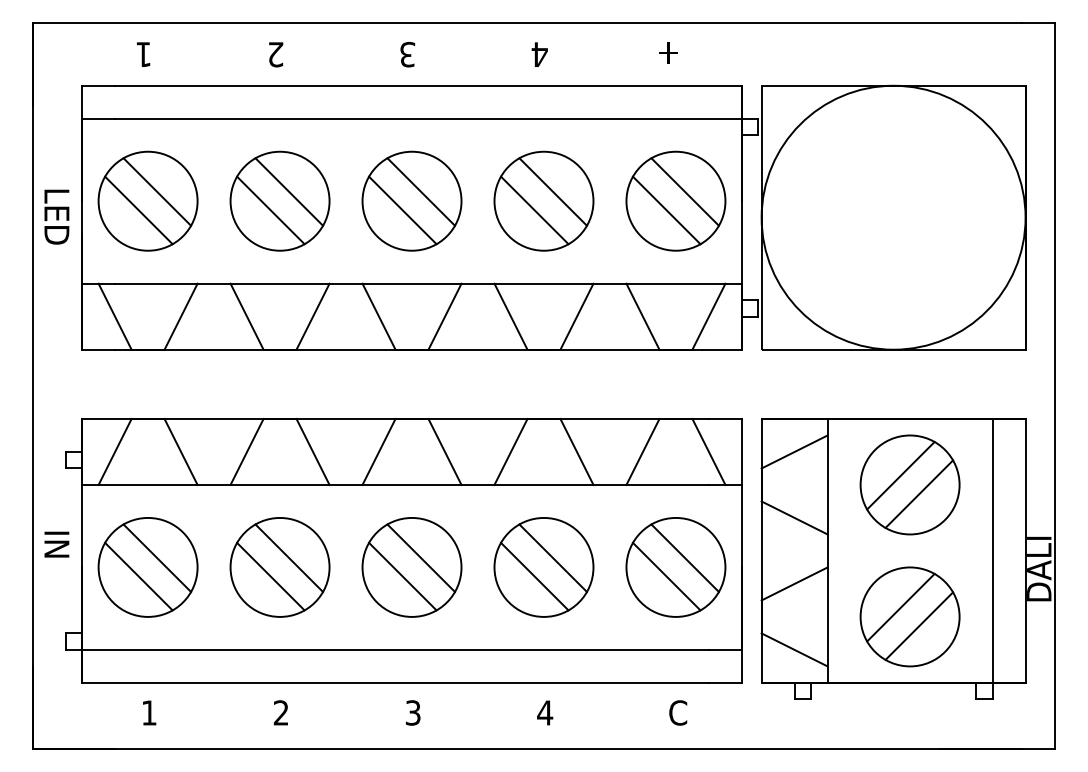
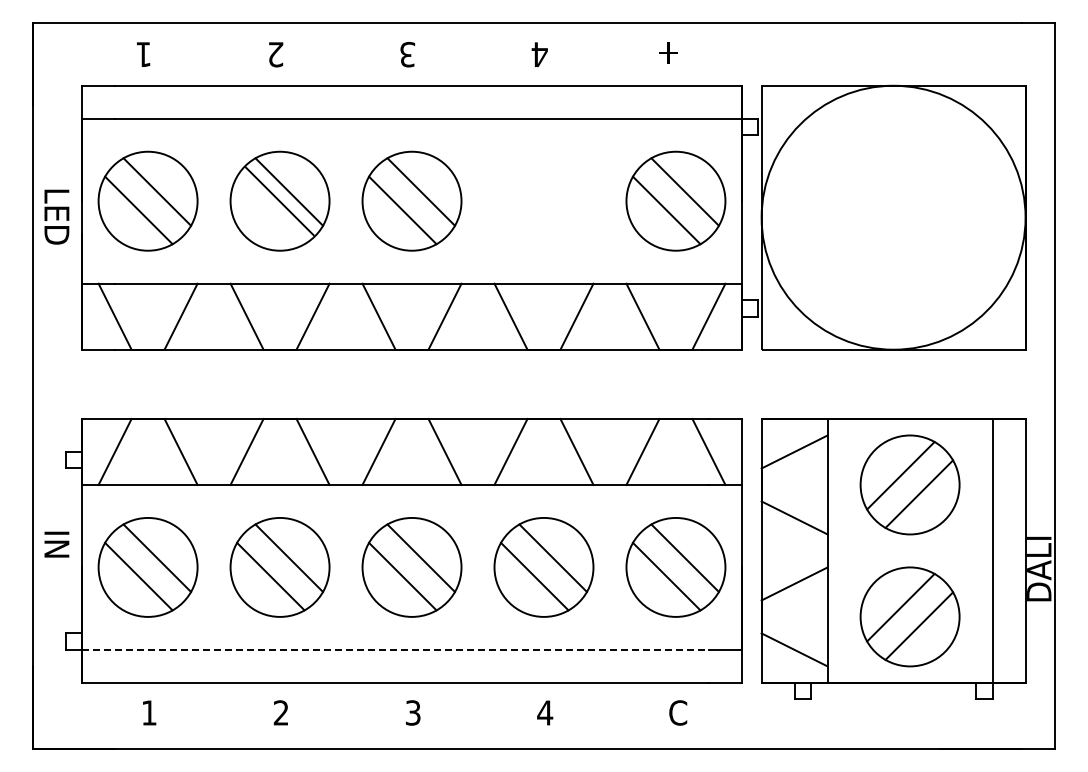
part at (543, 200): present -> none
line at (270, 210) position: (270, 210) -> (279, 201)
line at (396, 649): solid -> dashed
